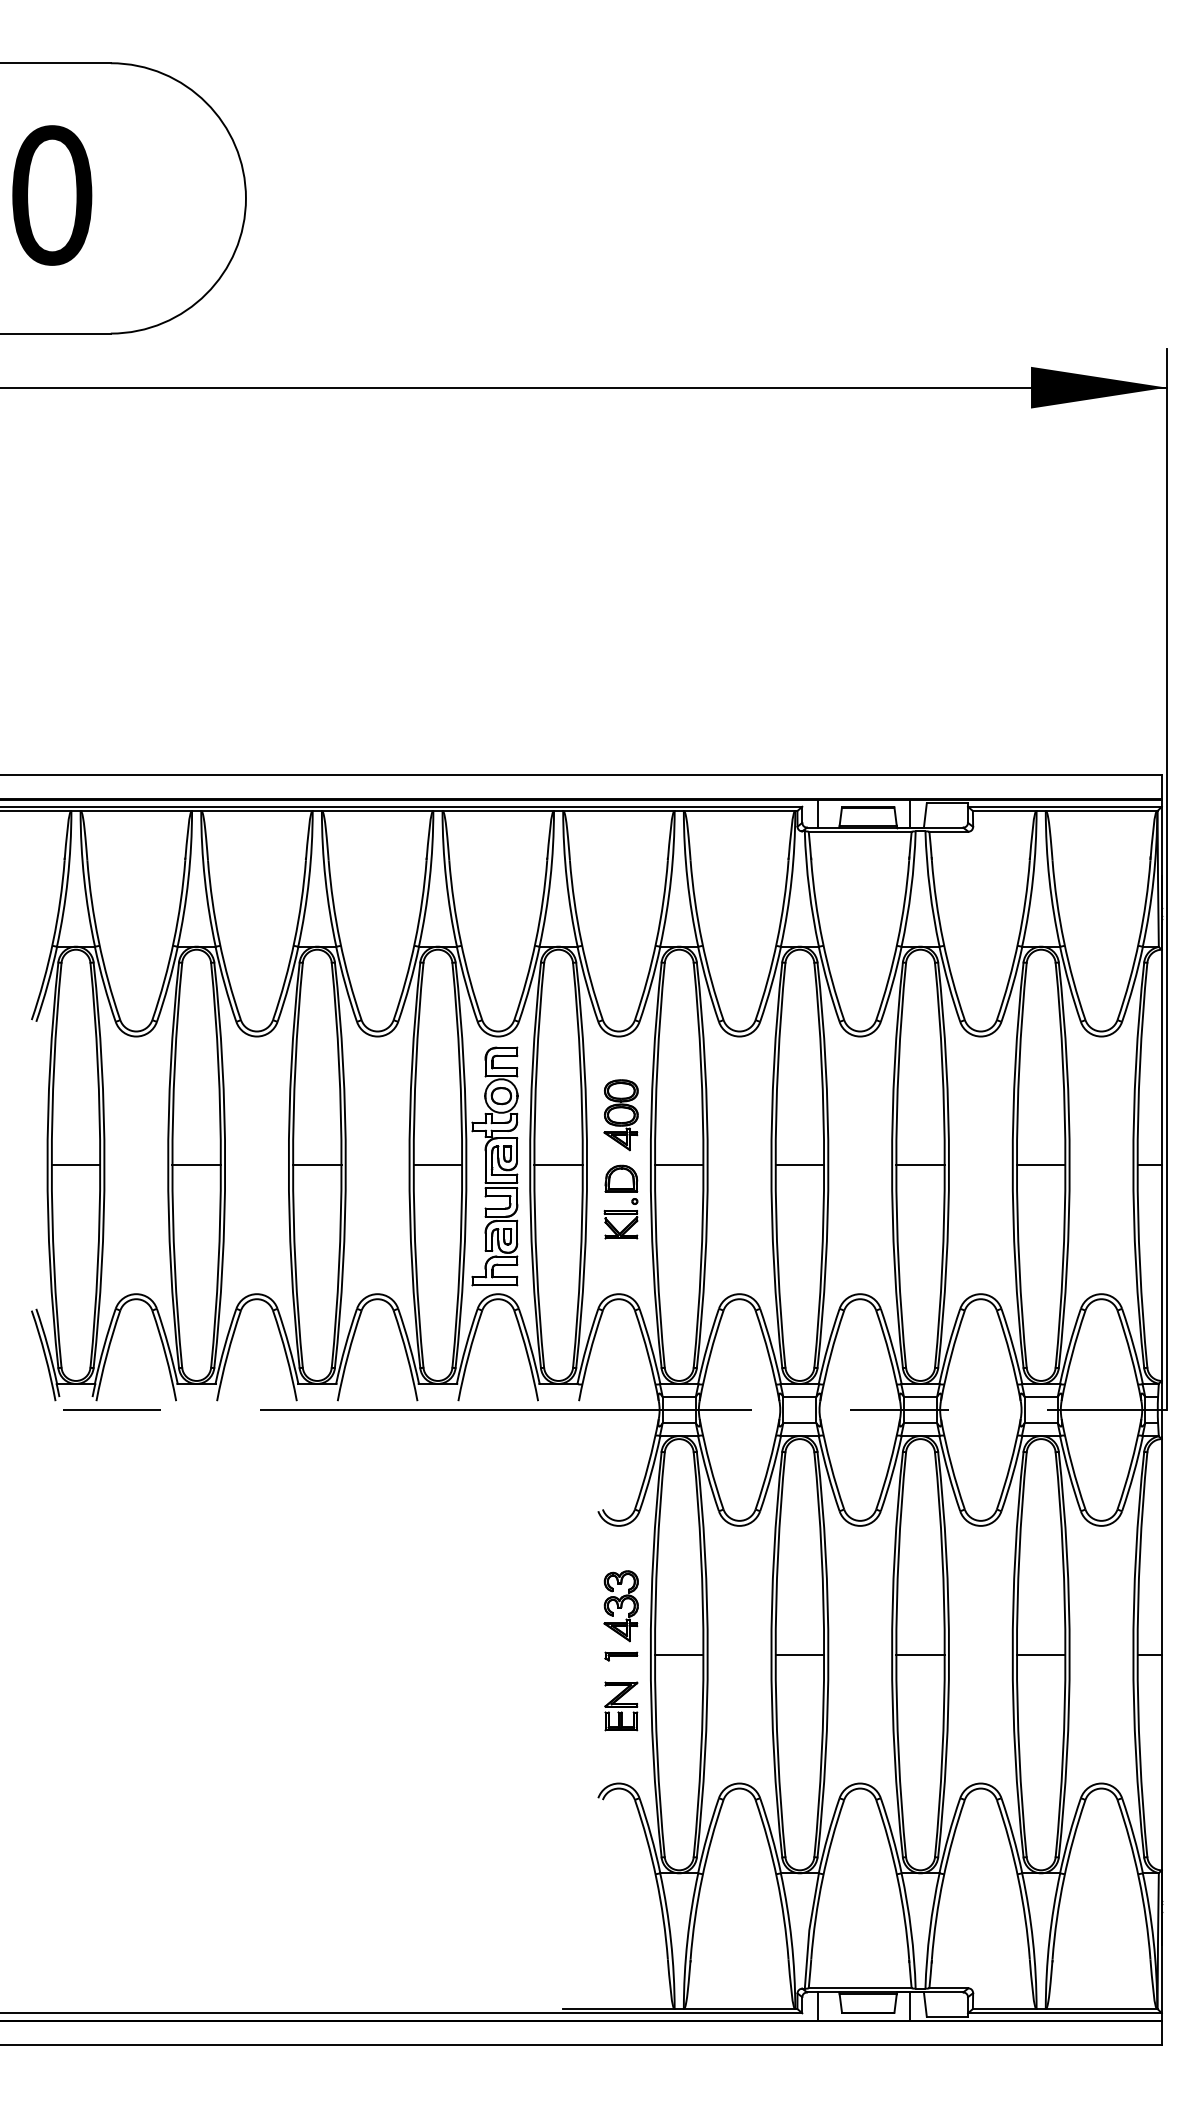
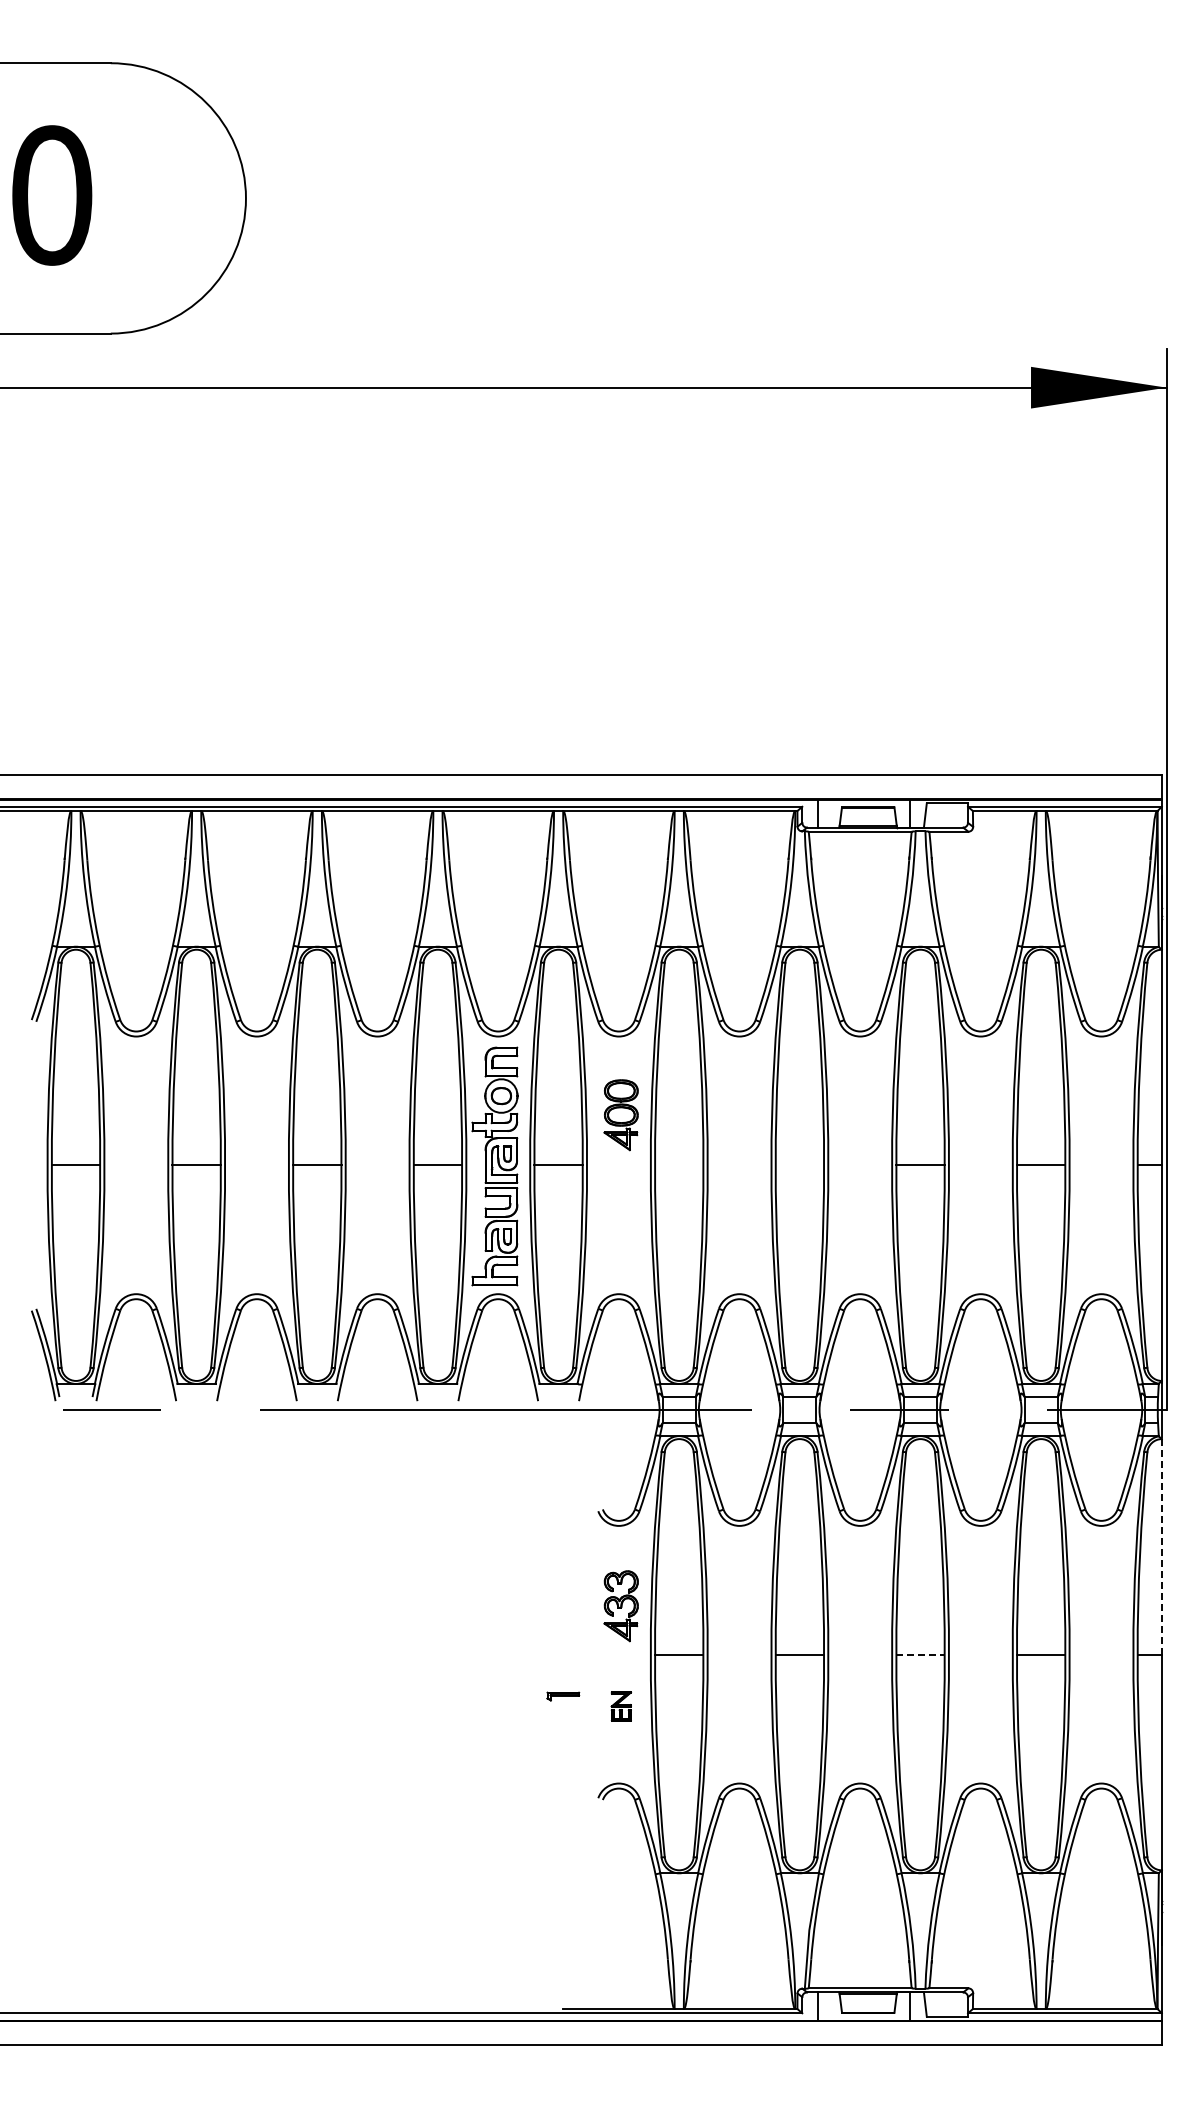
line at (679, 1165): present -> none
line at (799, 1165): present -> none
part at (620, 1192): present -> none
line at (1161, 1546): solid -> dashed
line at (921, 1654): solid -> dashed
part at (621, 1656) position: (621, 1656) -> (563, 1696)
part at (621, 1706) size: 35x51 px -> 23x31 px
